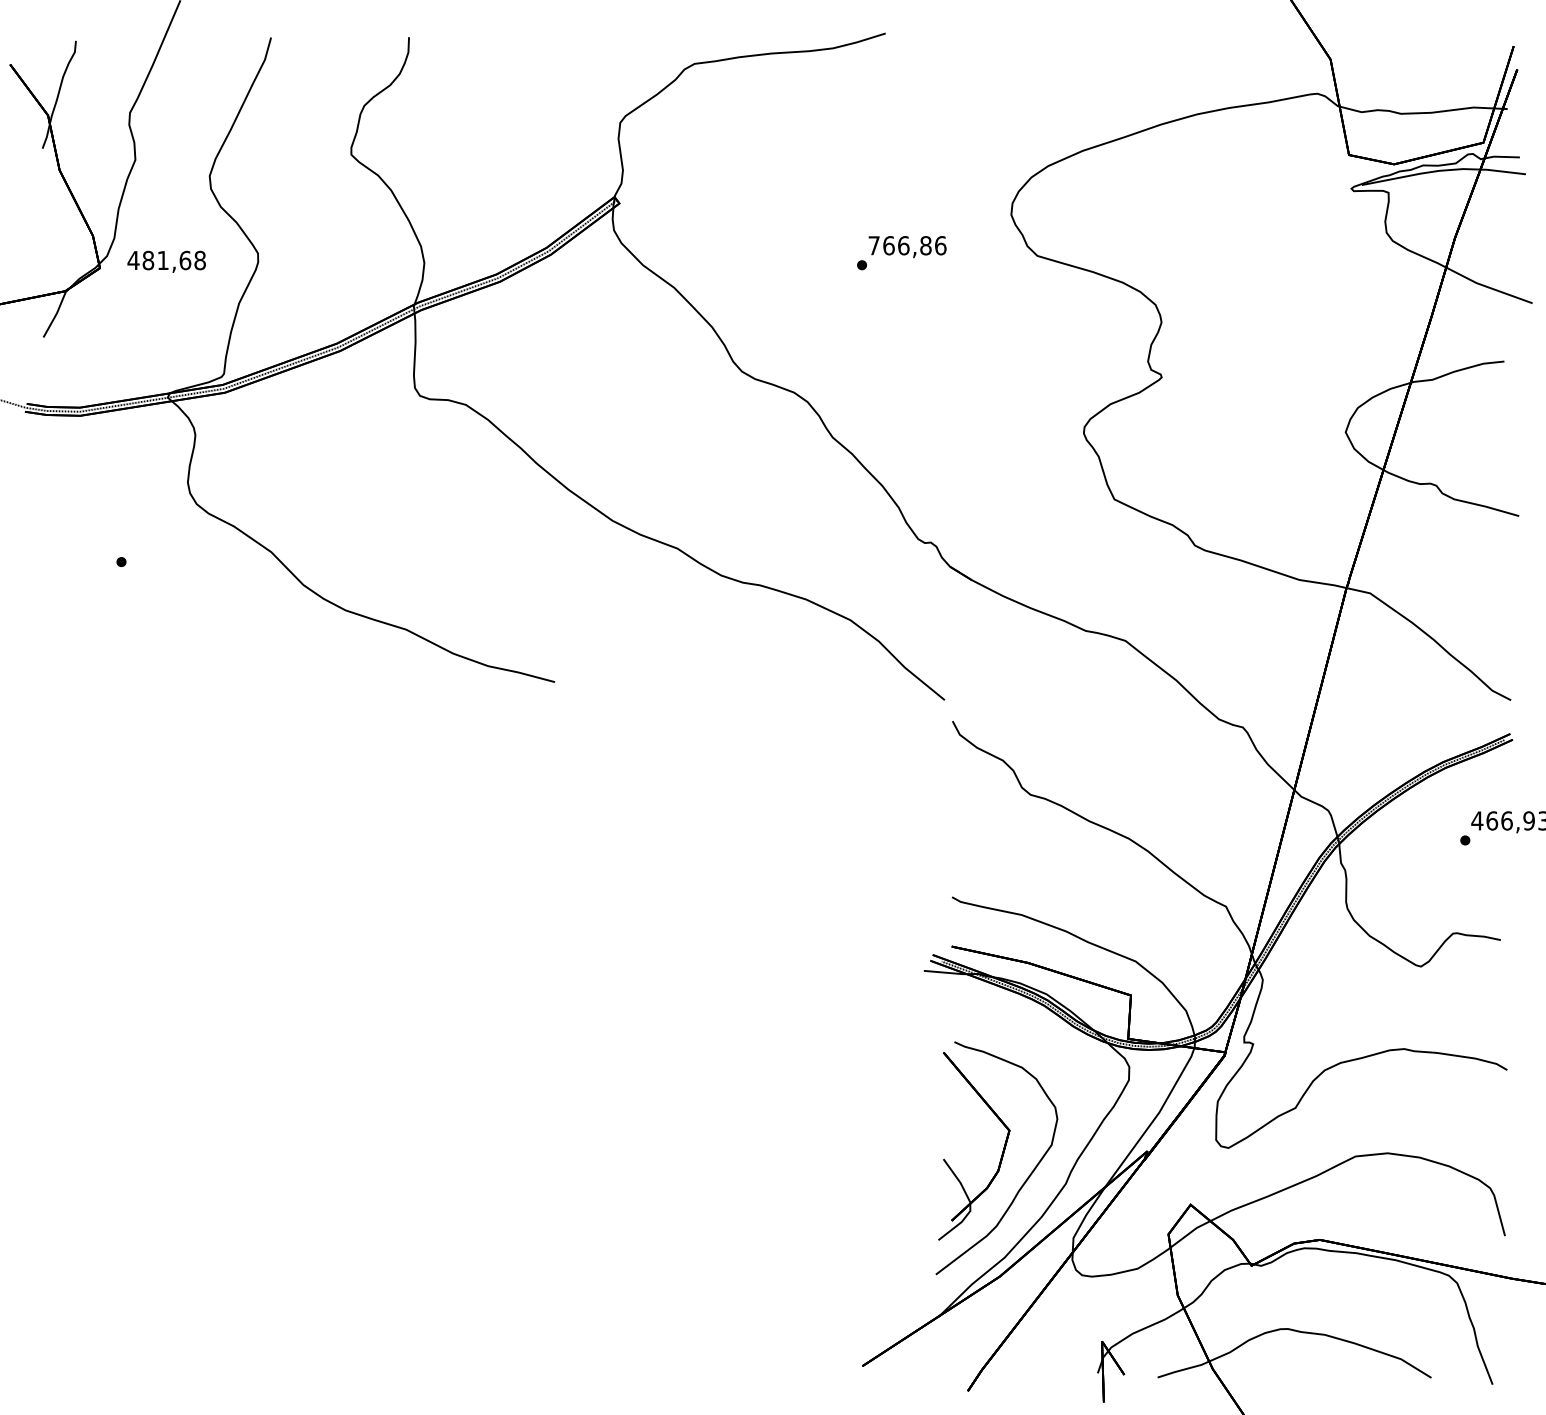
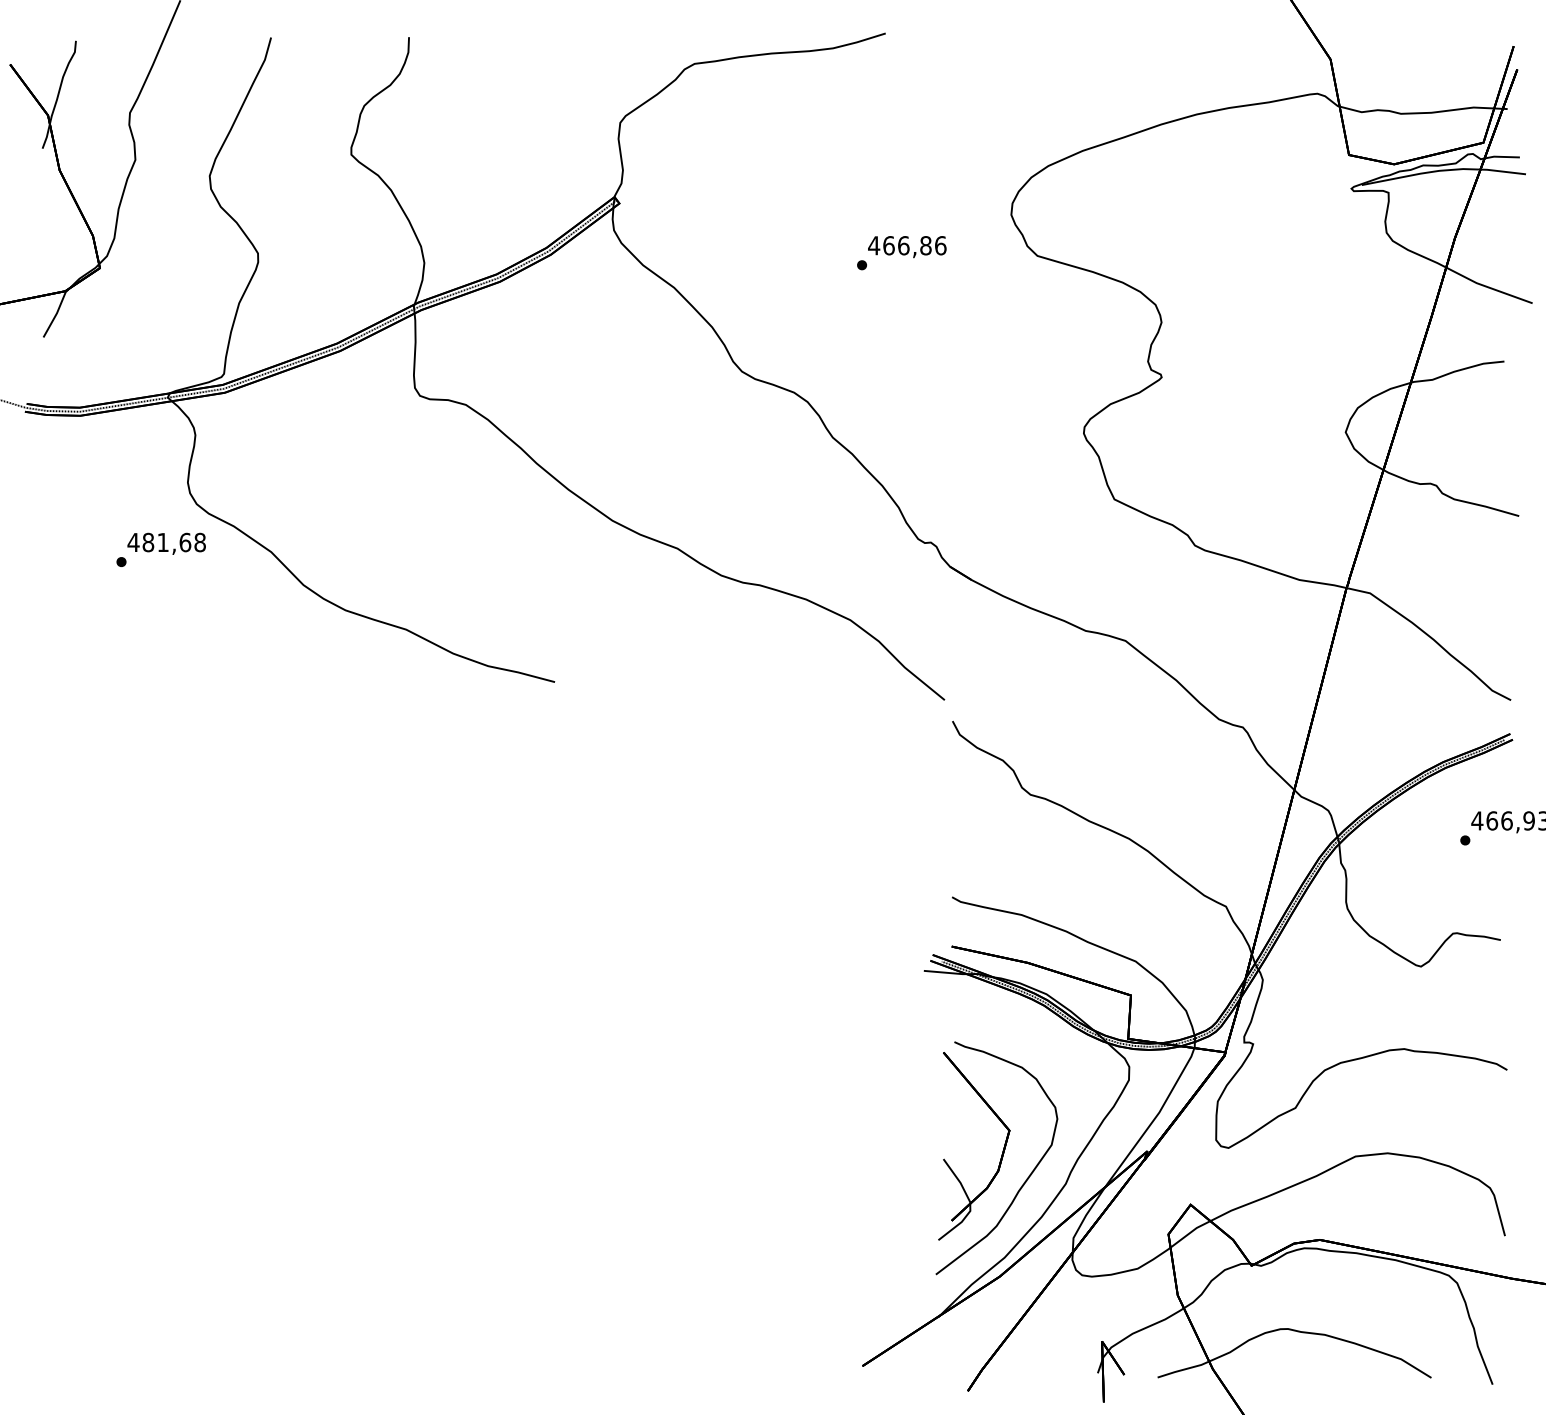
text at (874, 245): 766,86 -> 466,86
text at (166, 261) position: (166, 261) -> (166, 543)
